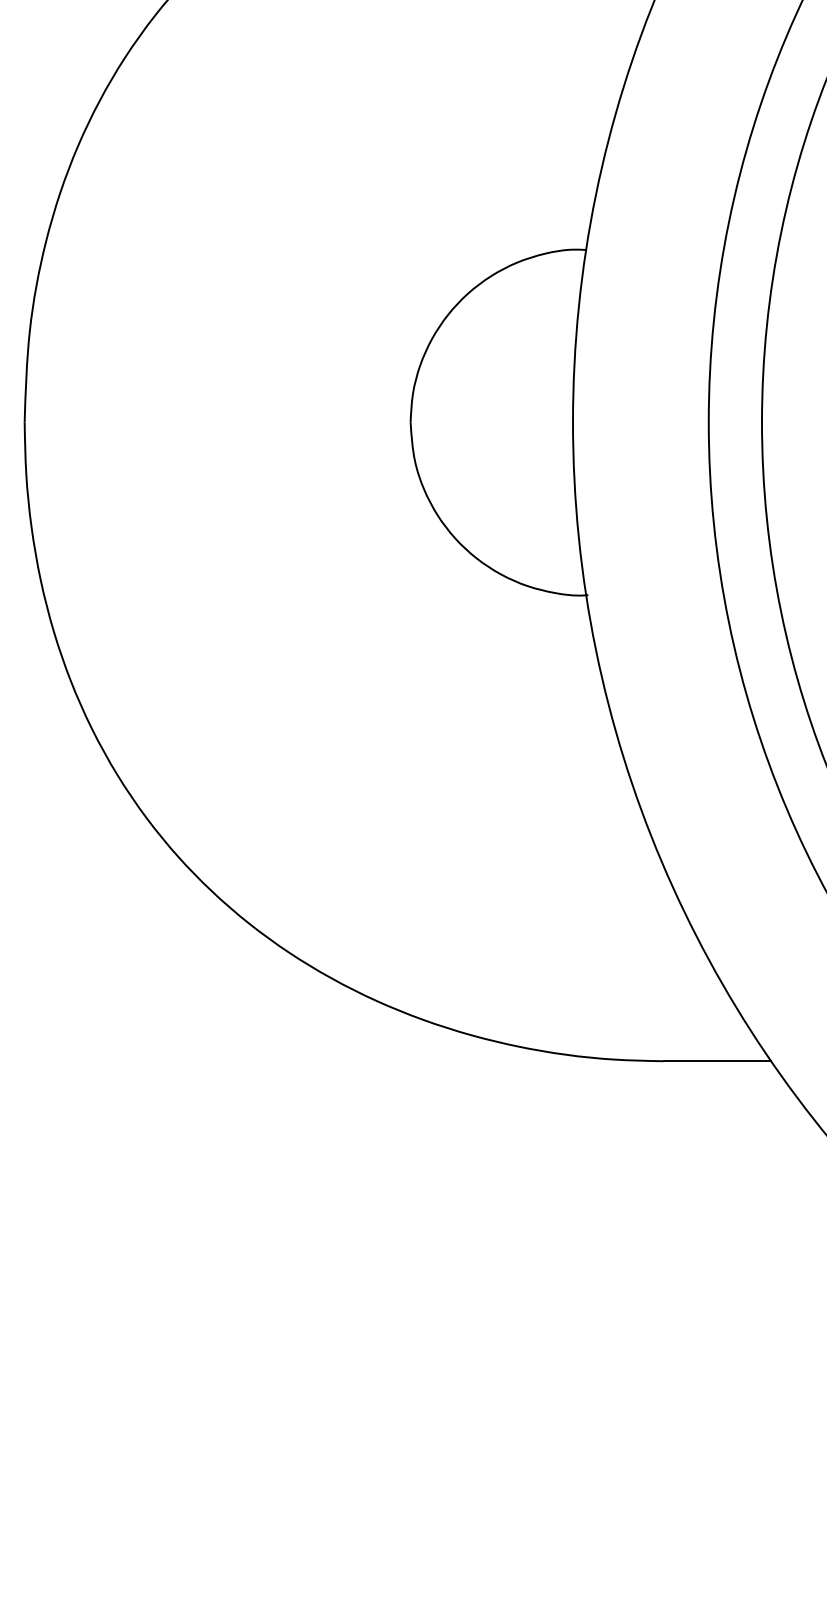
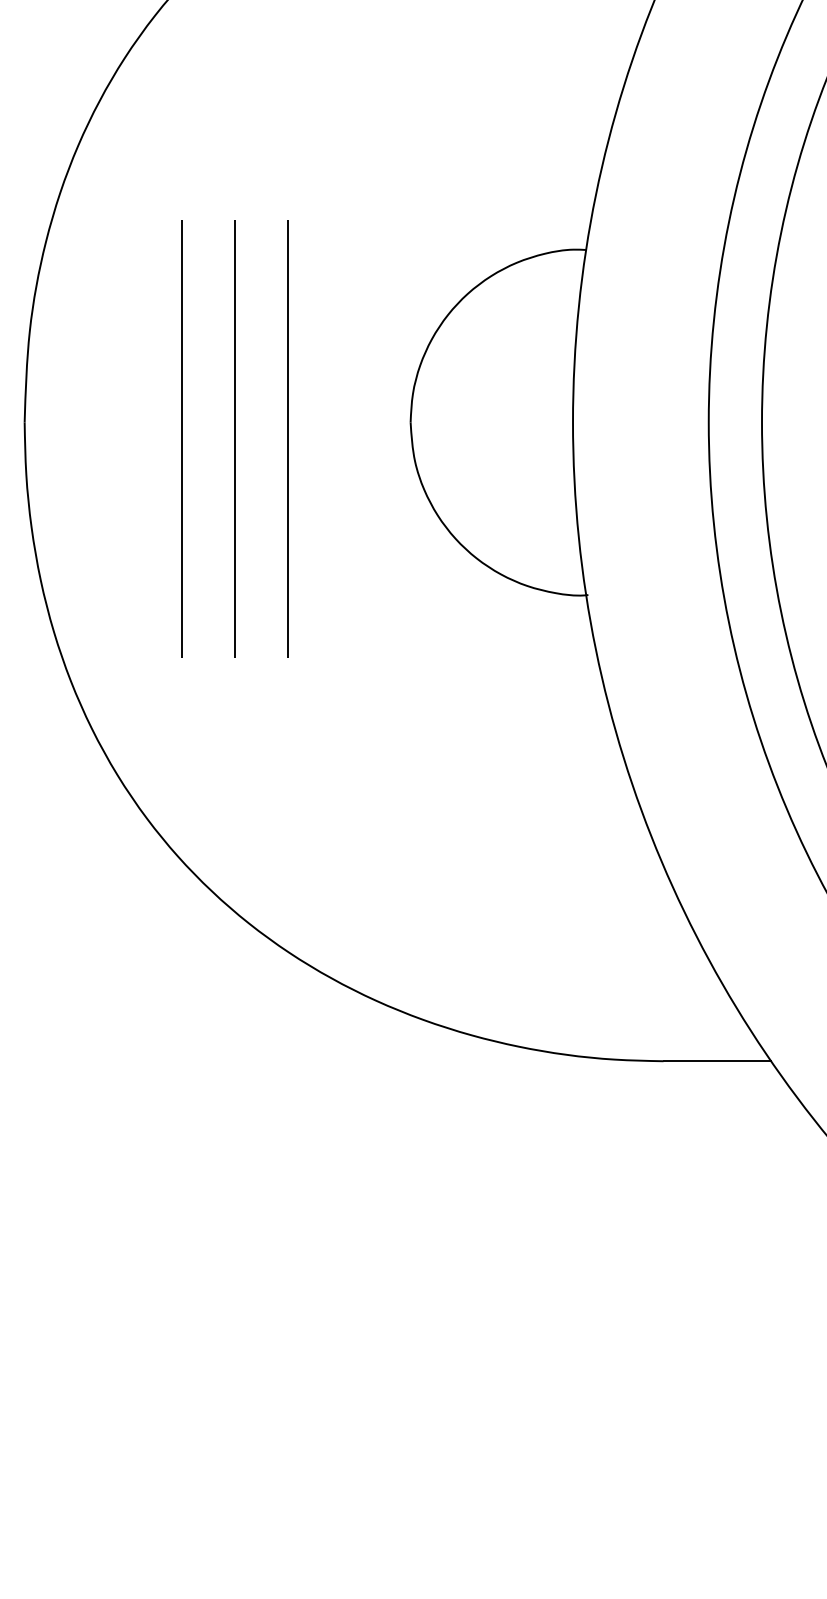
line at (181, 438): none -> present
line at (234, 438): none -> present
line at (288, 438): none -> present
